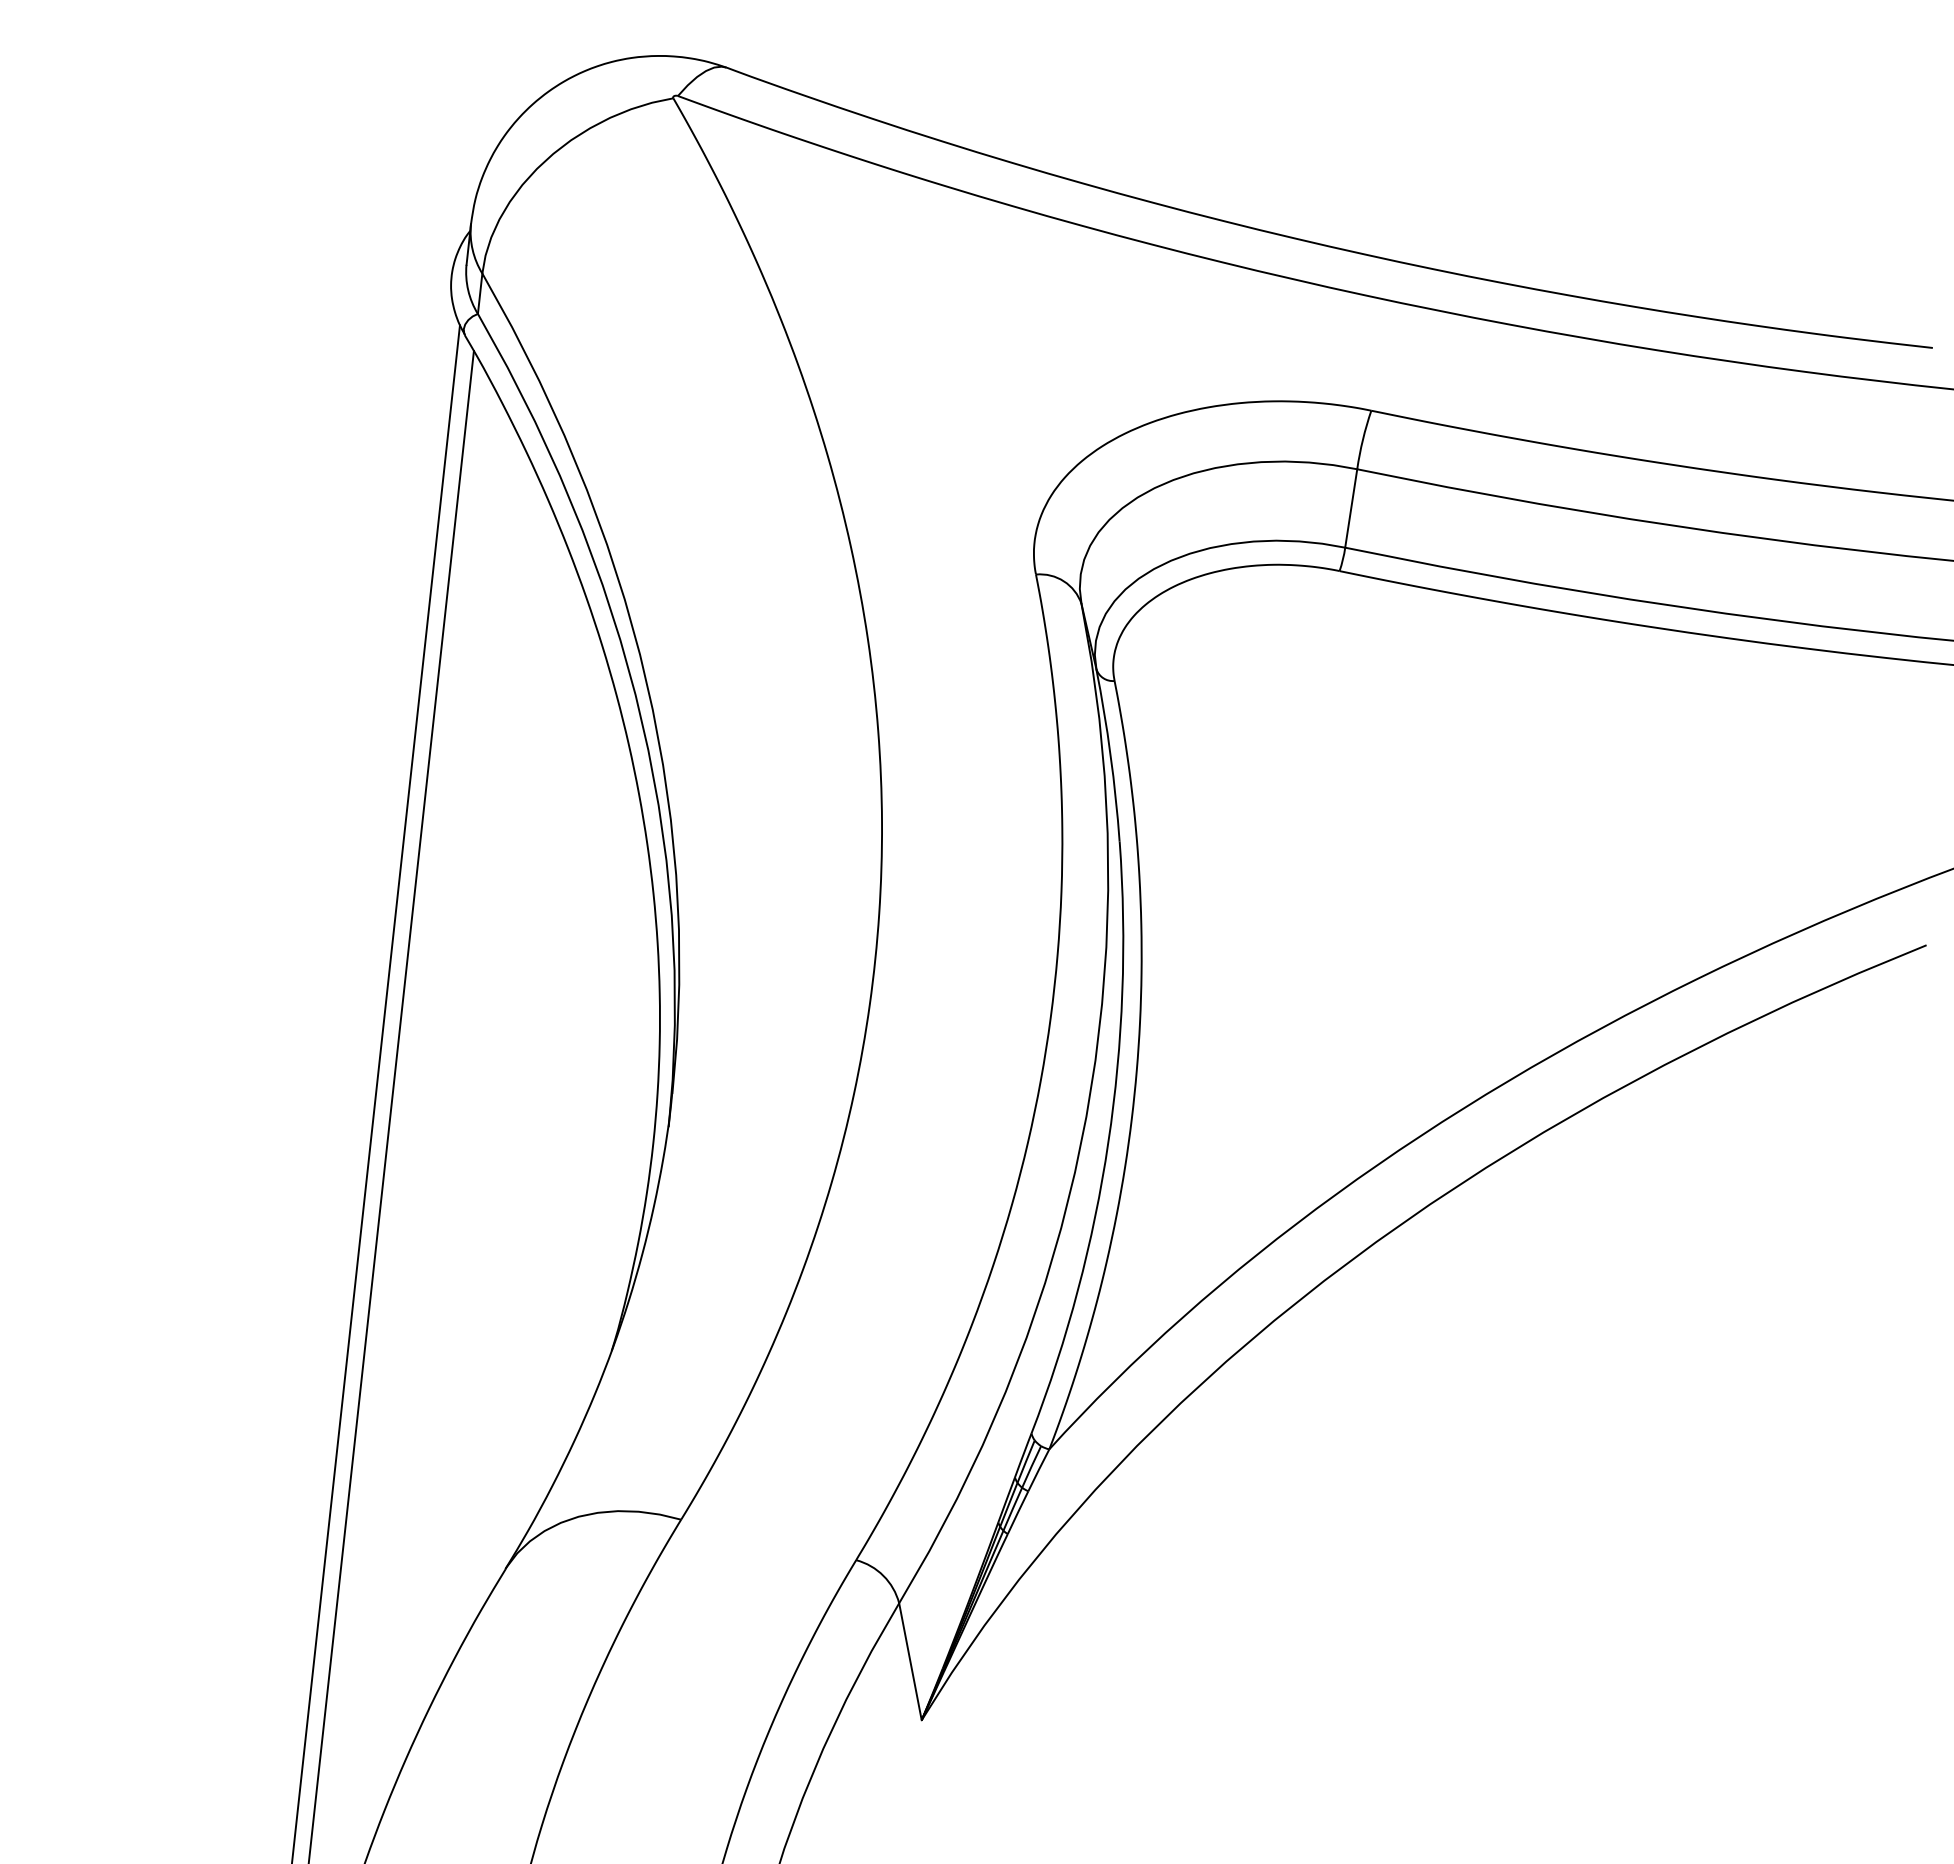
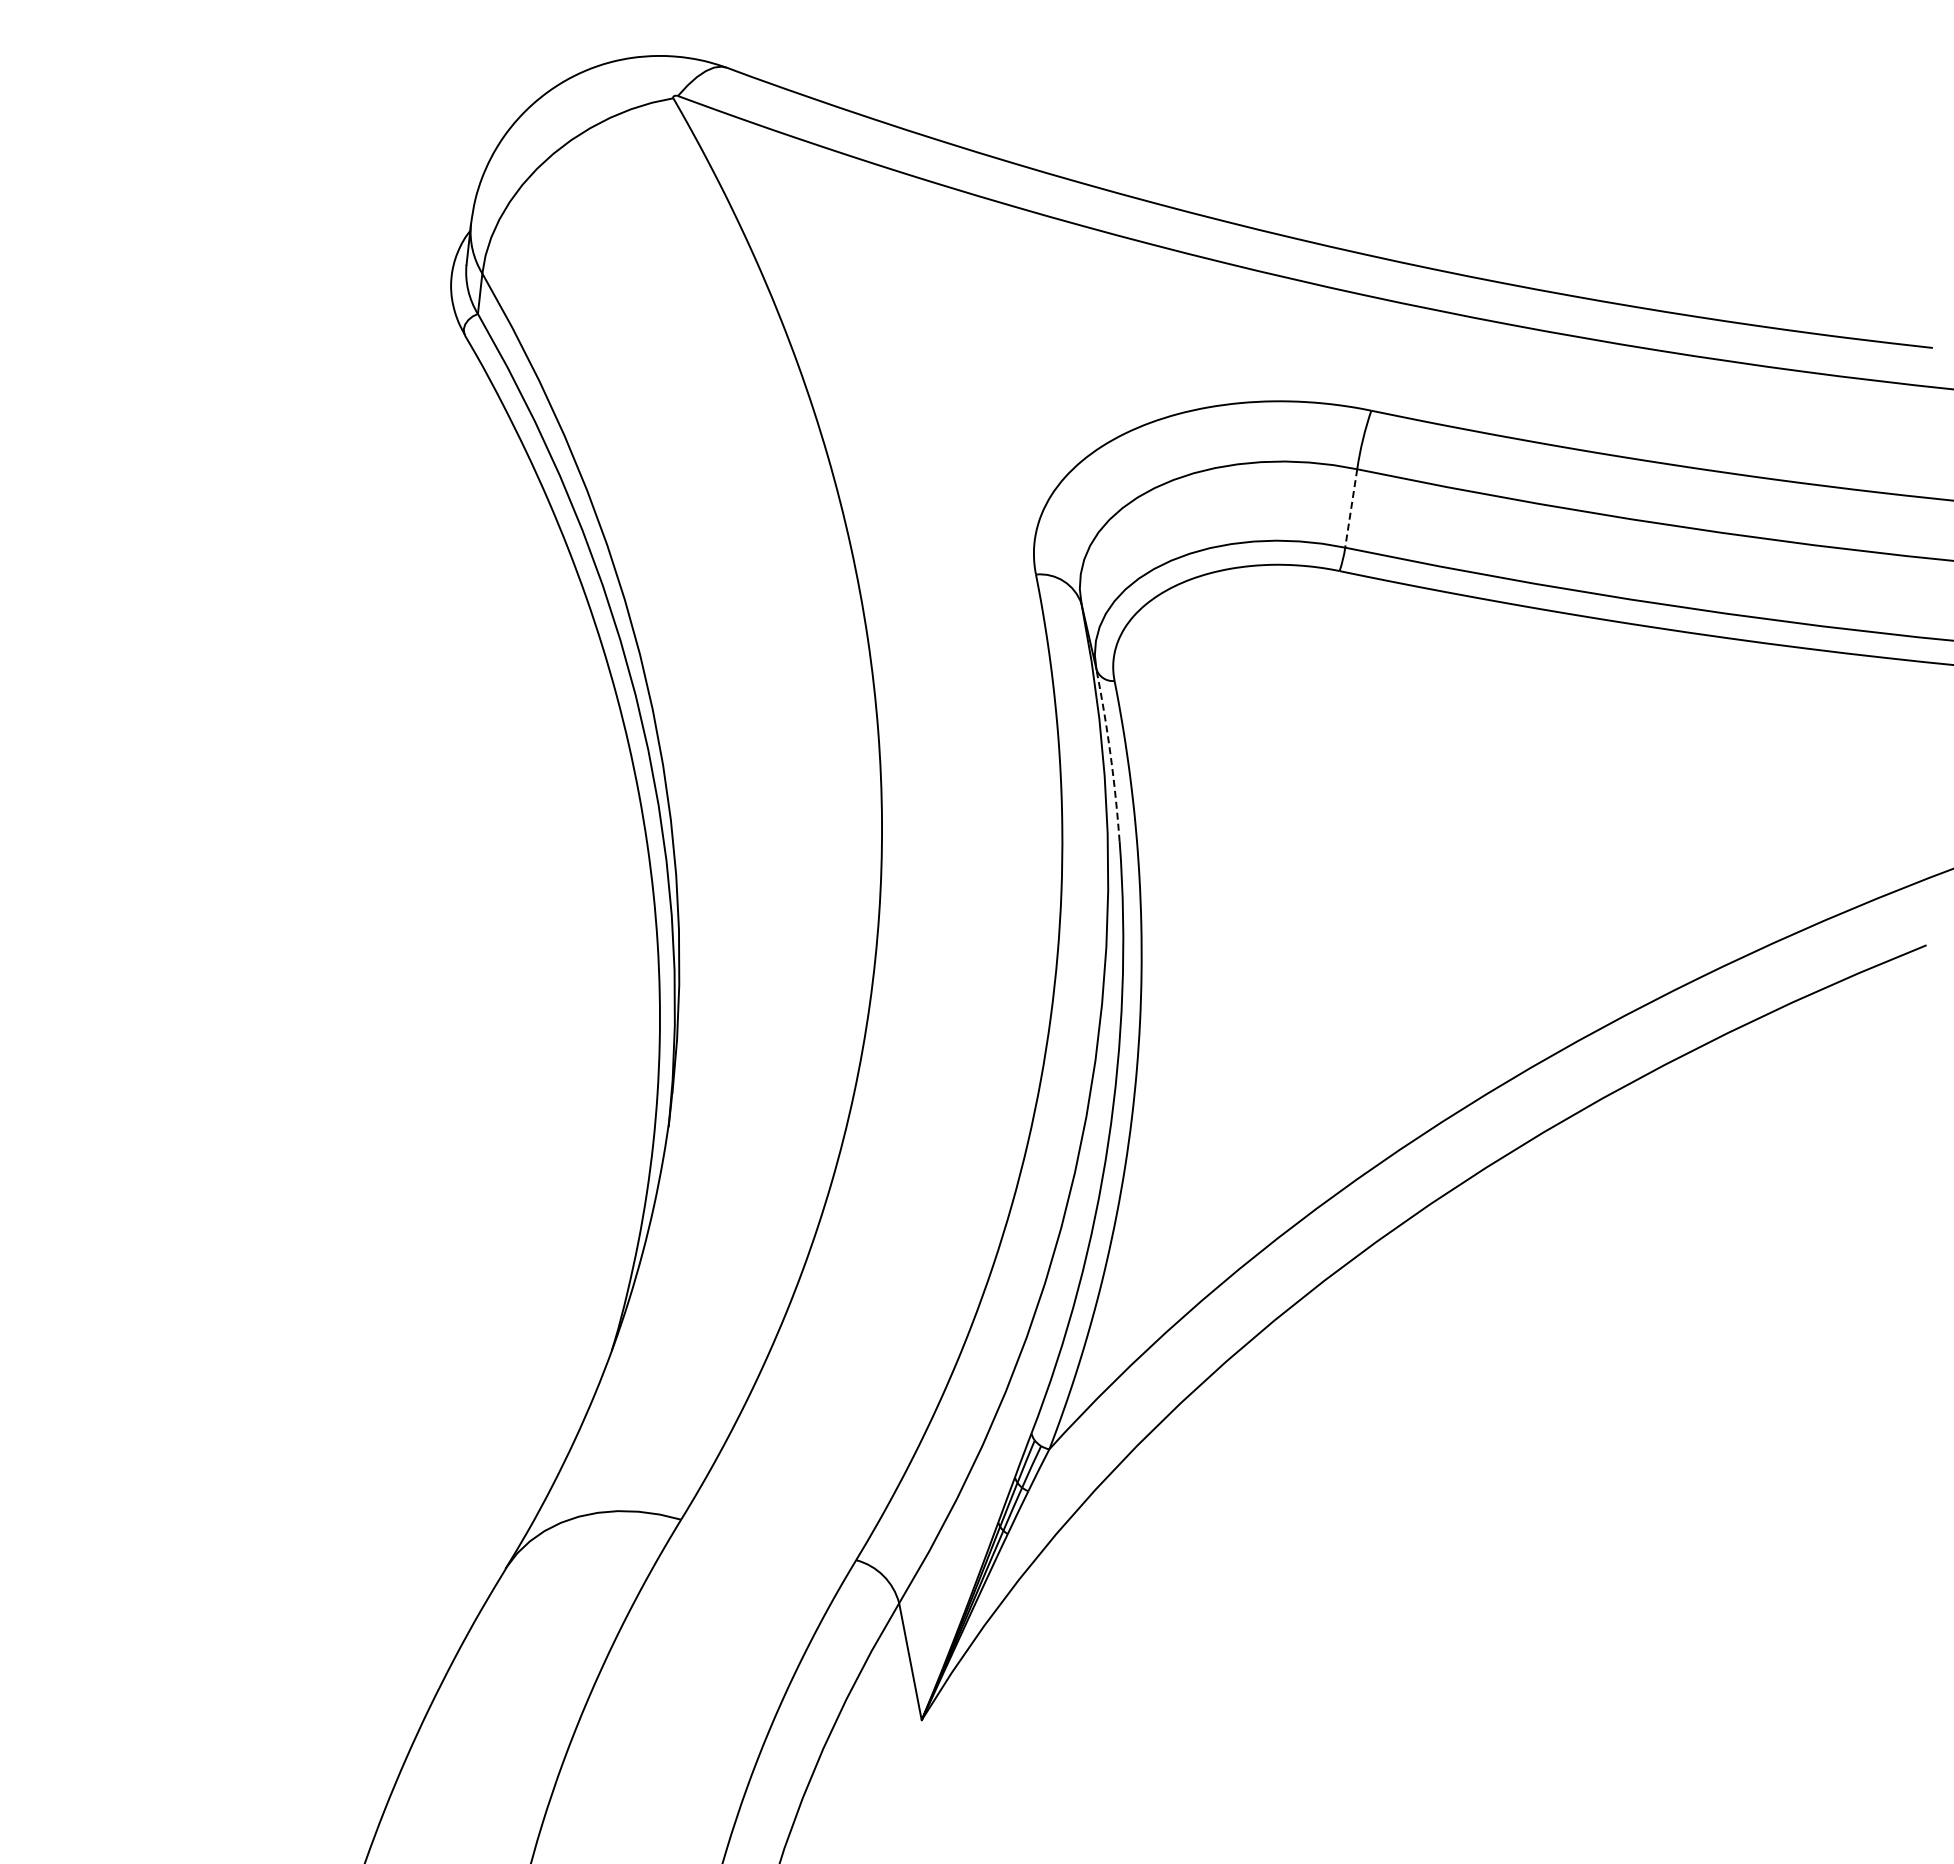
line at (1351, 508): solid -> dashed
arc at (1110, 755): solid -> dashed
line at (375, 1092): present -> none
line at (391, 1105): present -> none
